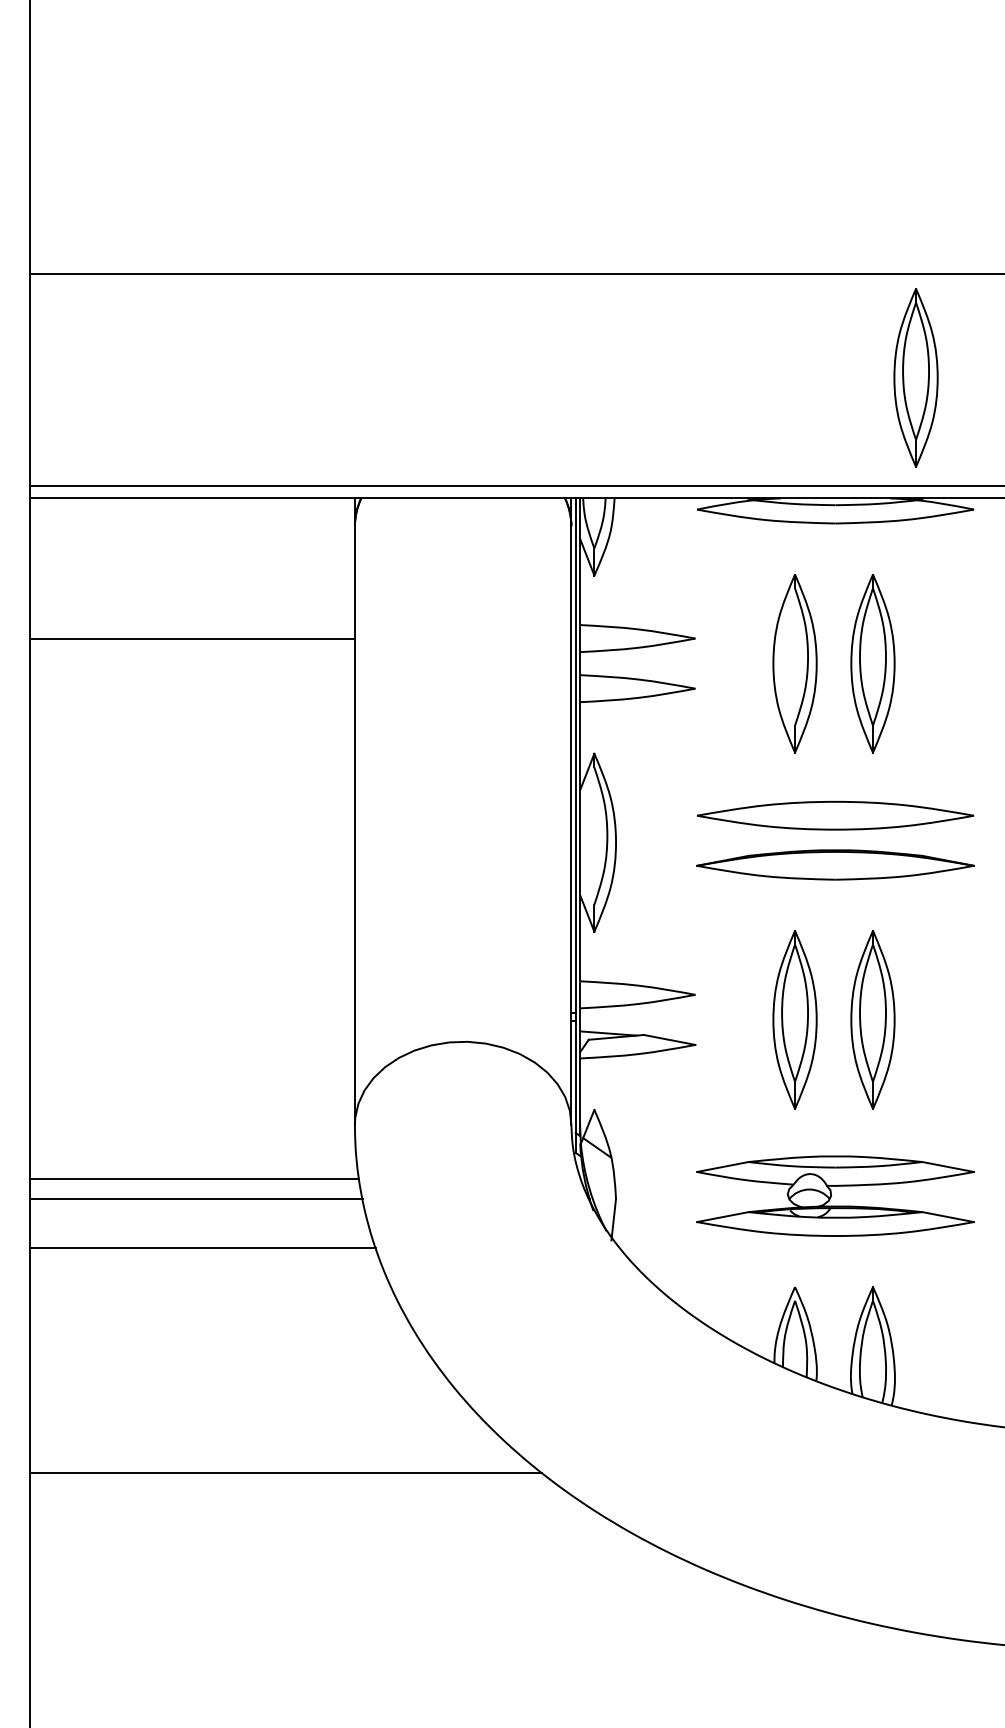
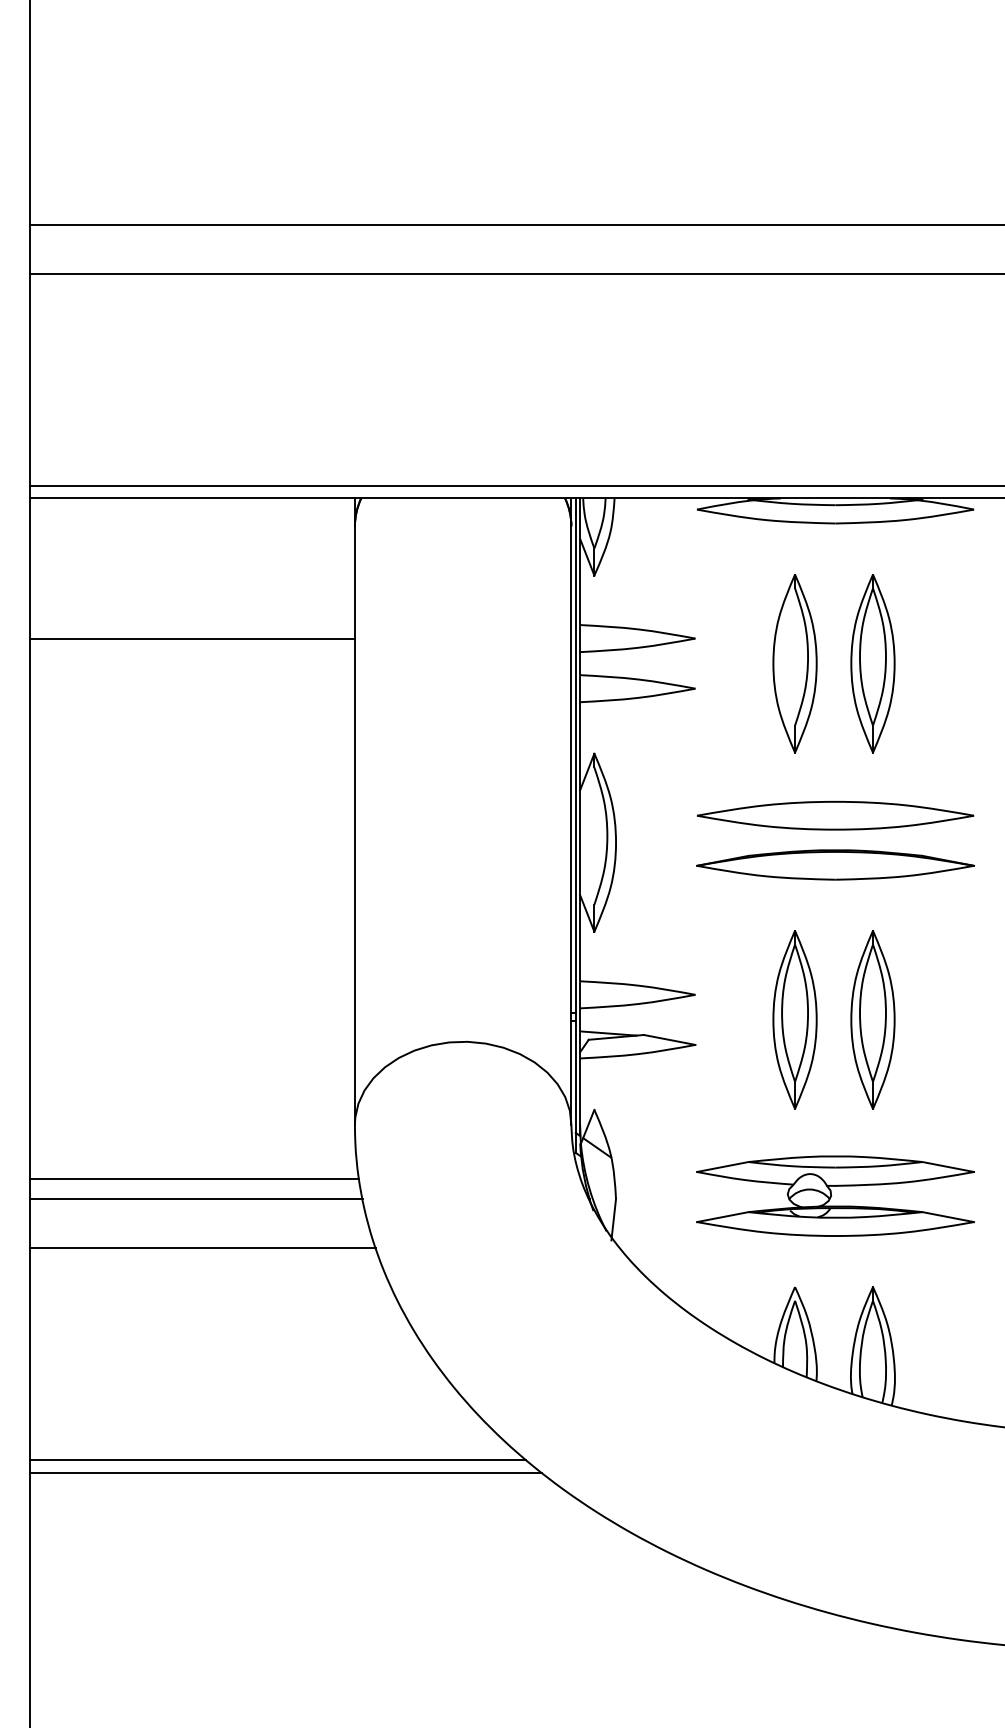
line at (515, 224): none -> present
part at (915, 377): present -> none
line at (278, 1460): none -> present
